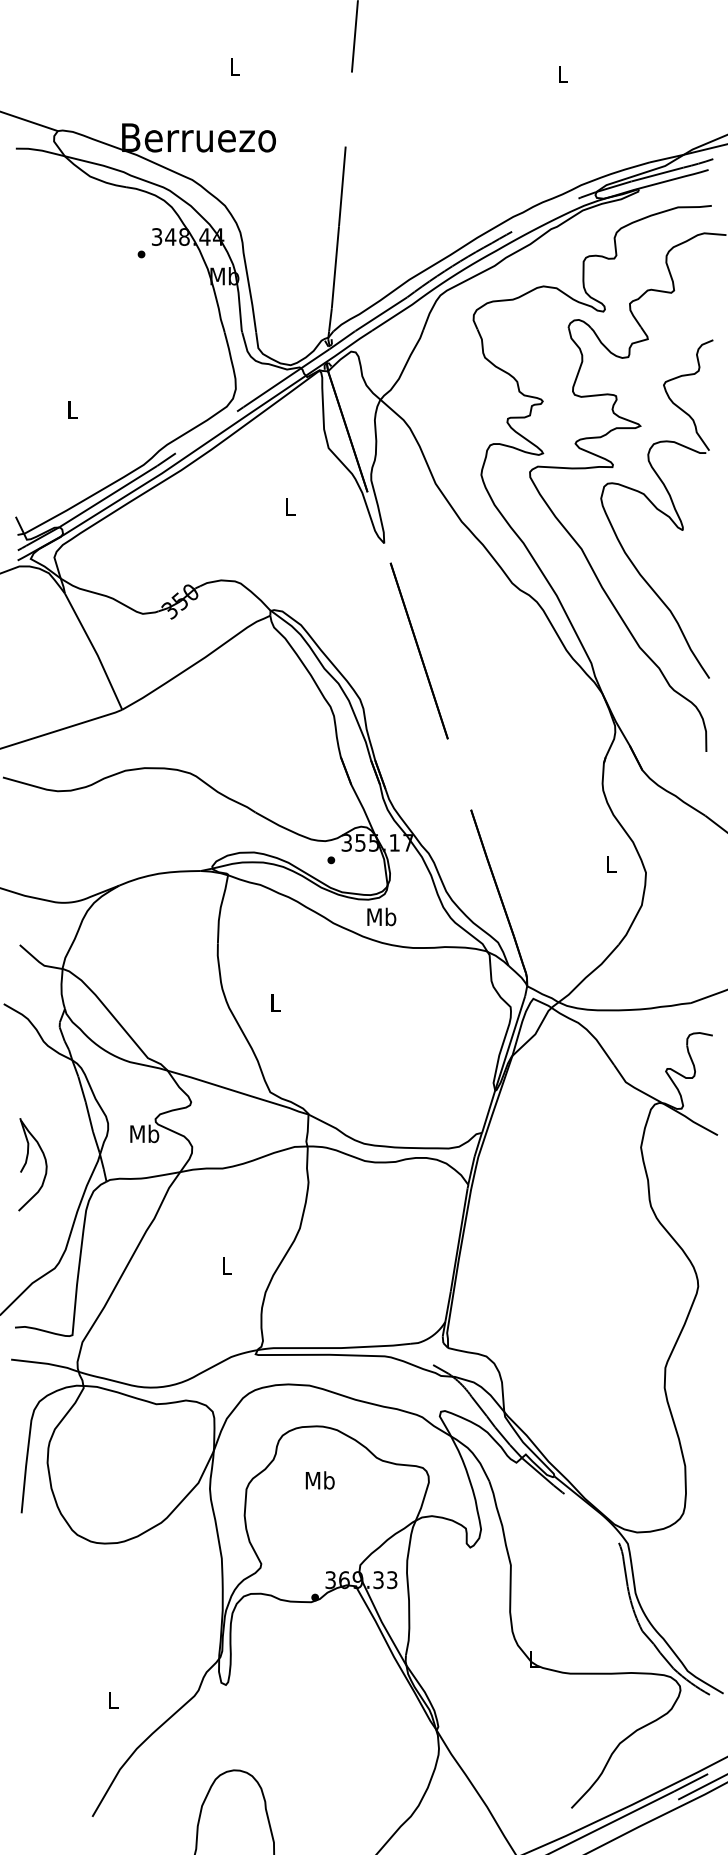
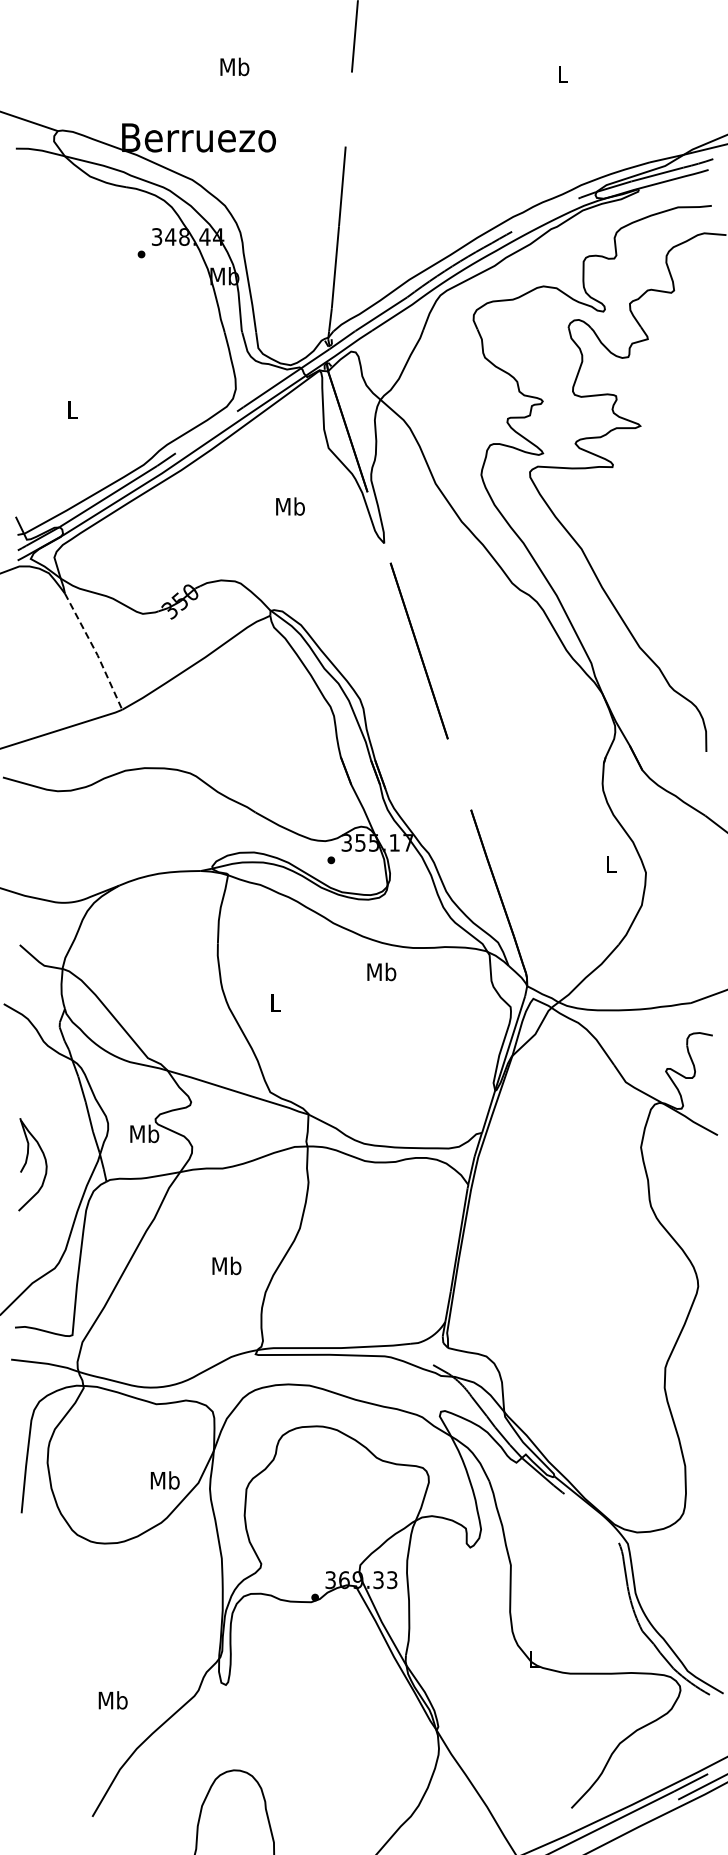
text at (234, 66): L -> Mb
text at (290, 506): L -> Mb
part at (656, 508): present -> none
line at (95, 651): solid -> dashed
text at (381, 916) position: (381, 916) -> (381, 971)
text at (226, 1265): L -> Mb
text at (319, 1480) position: (319, 1480) -> (164, 1480)
text at (112, 1700): L -> Mb
